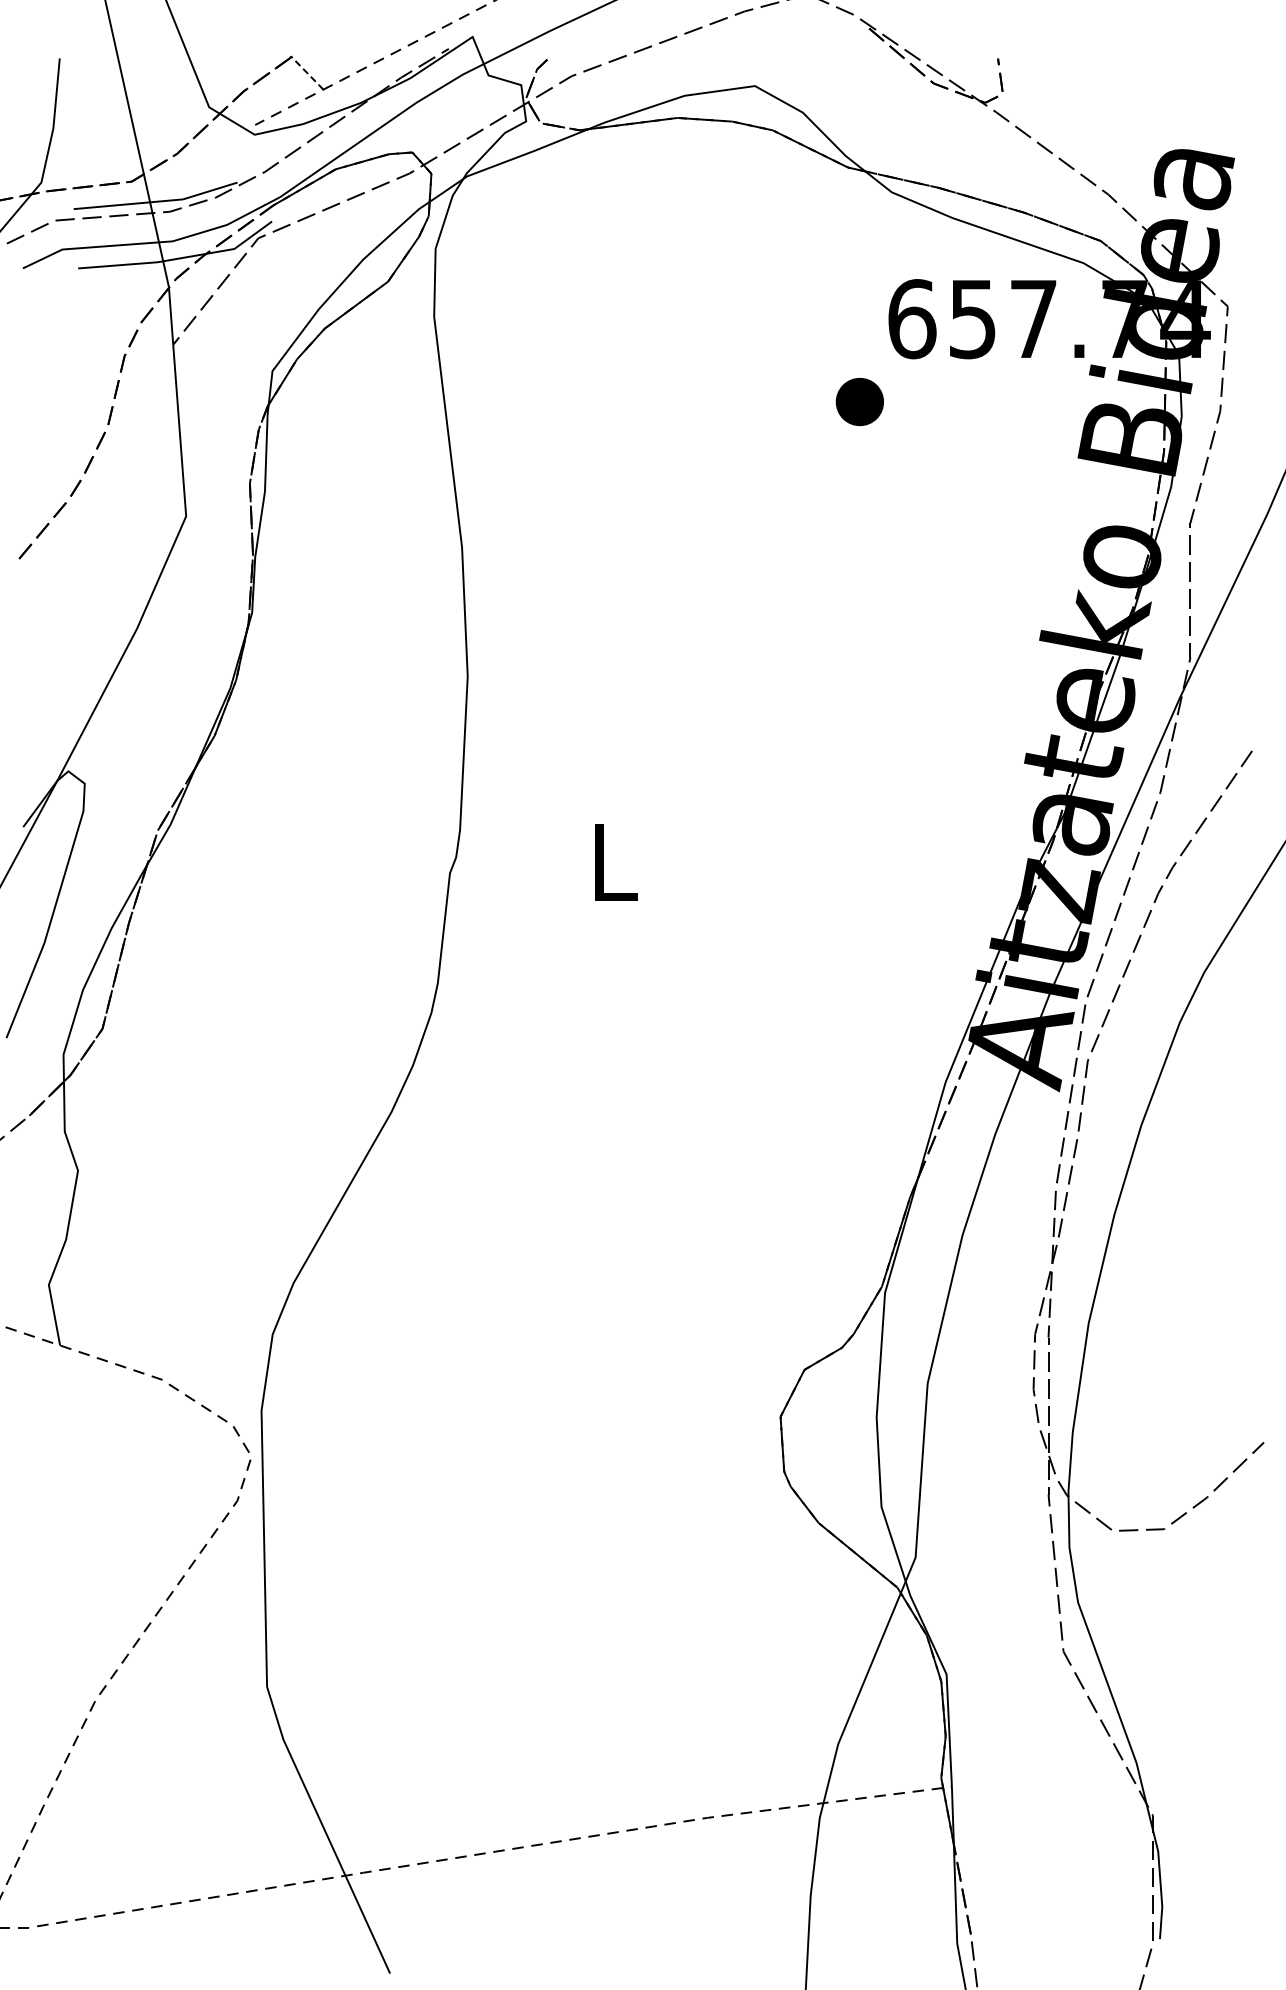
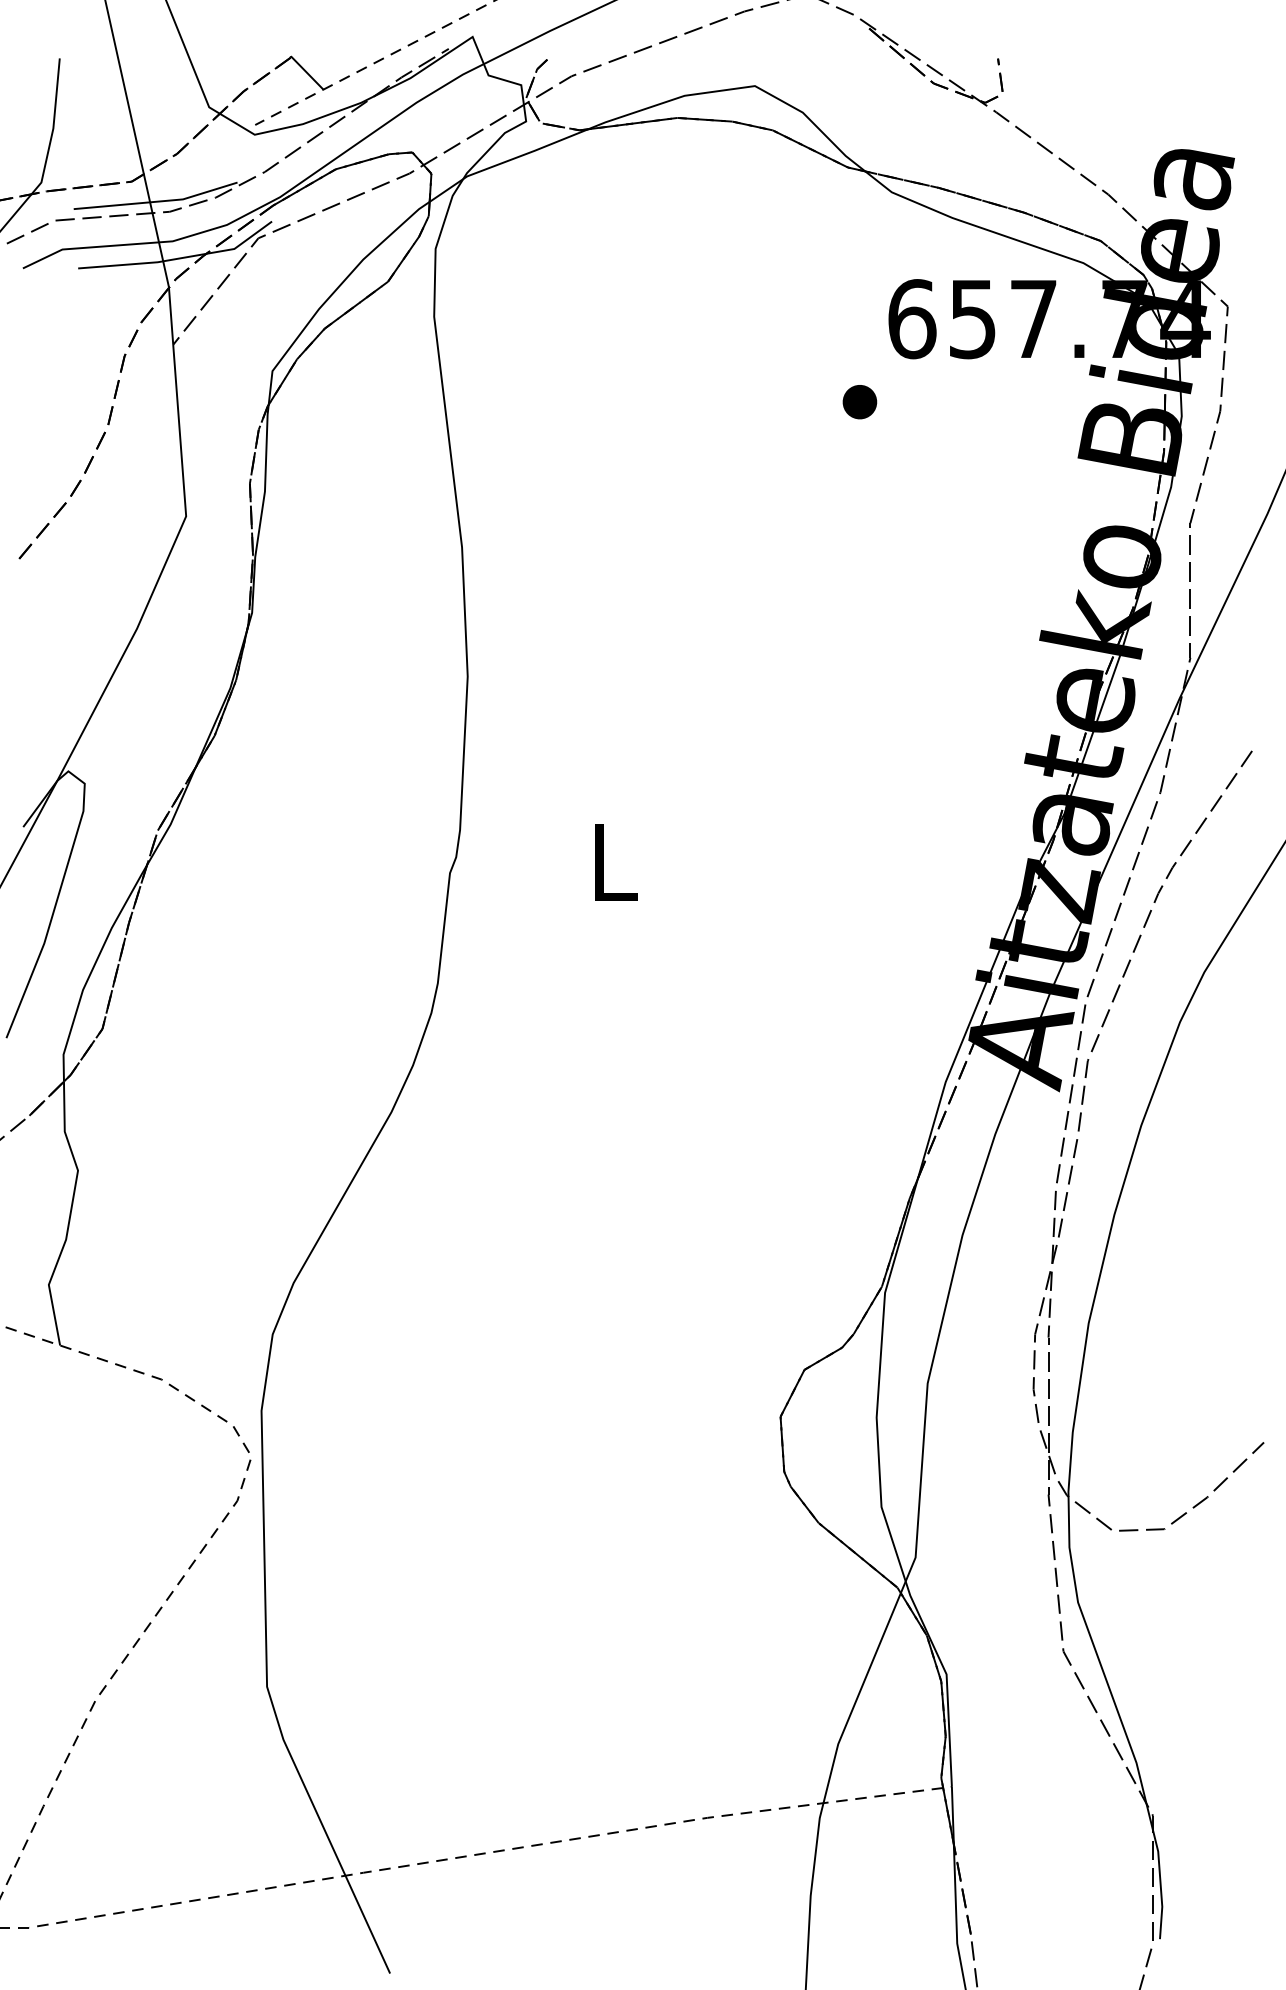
line at (306, 72): dashed -> solid
part at (859, 401) size: 49x48 px -> 36x35 px
